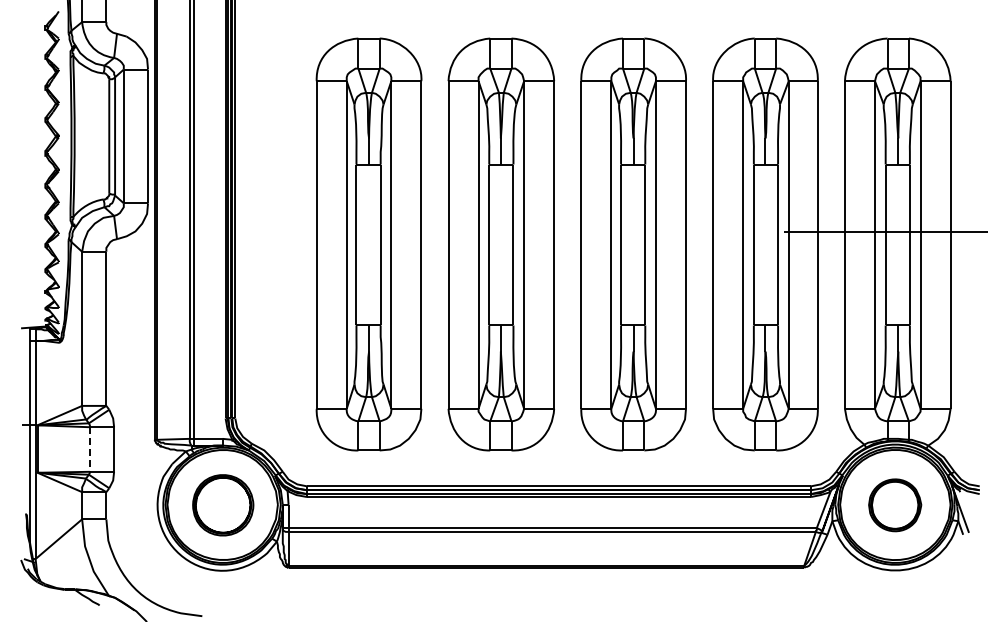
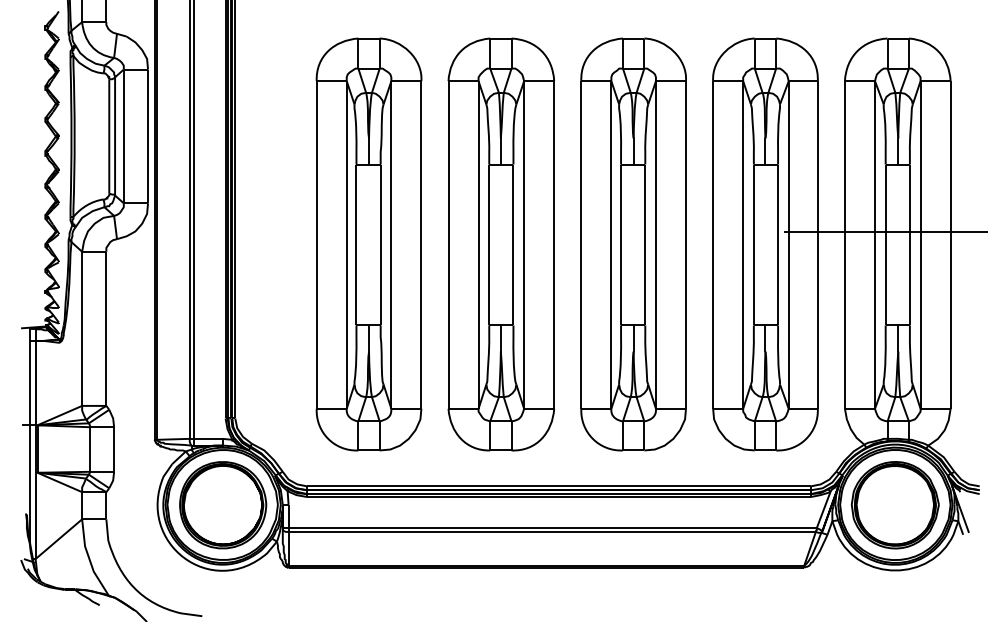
line at (89, 450): dashed -> solid
part at (223, 505) size: 63x63 px -> 89x89 px
part at (895, 505) size: 55x55 px -> 90x89 px
